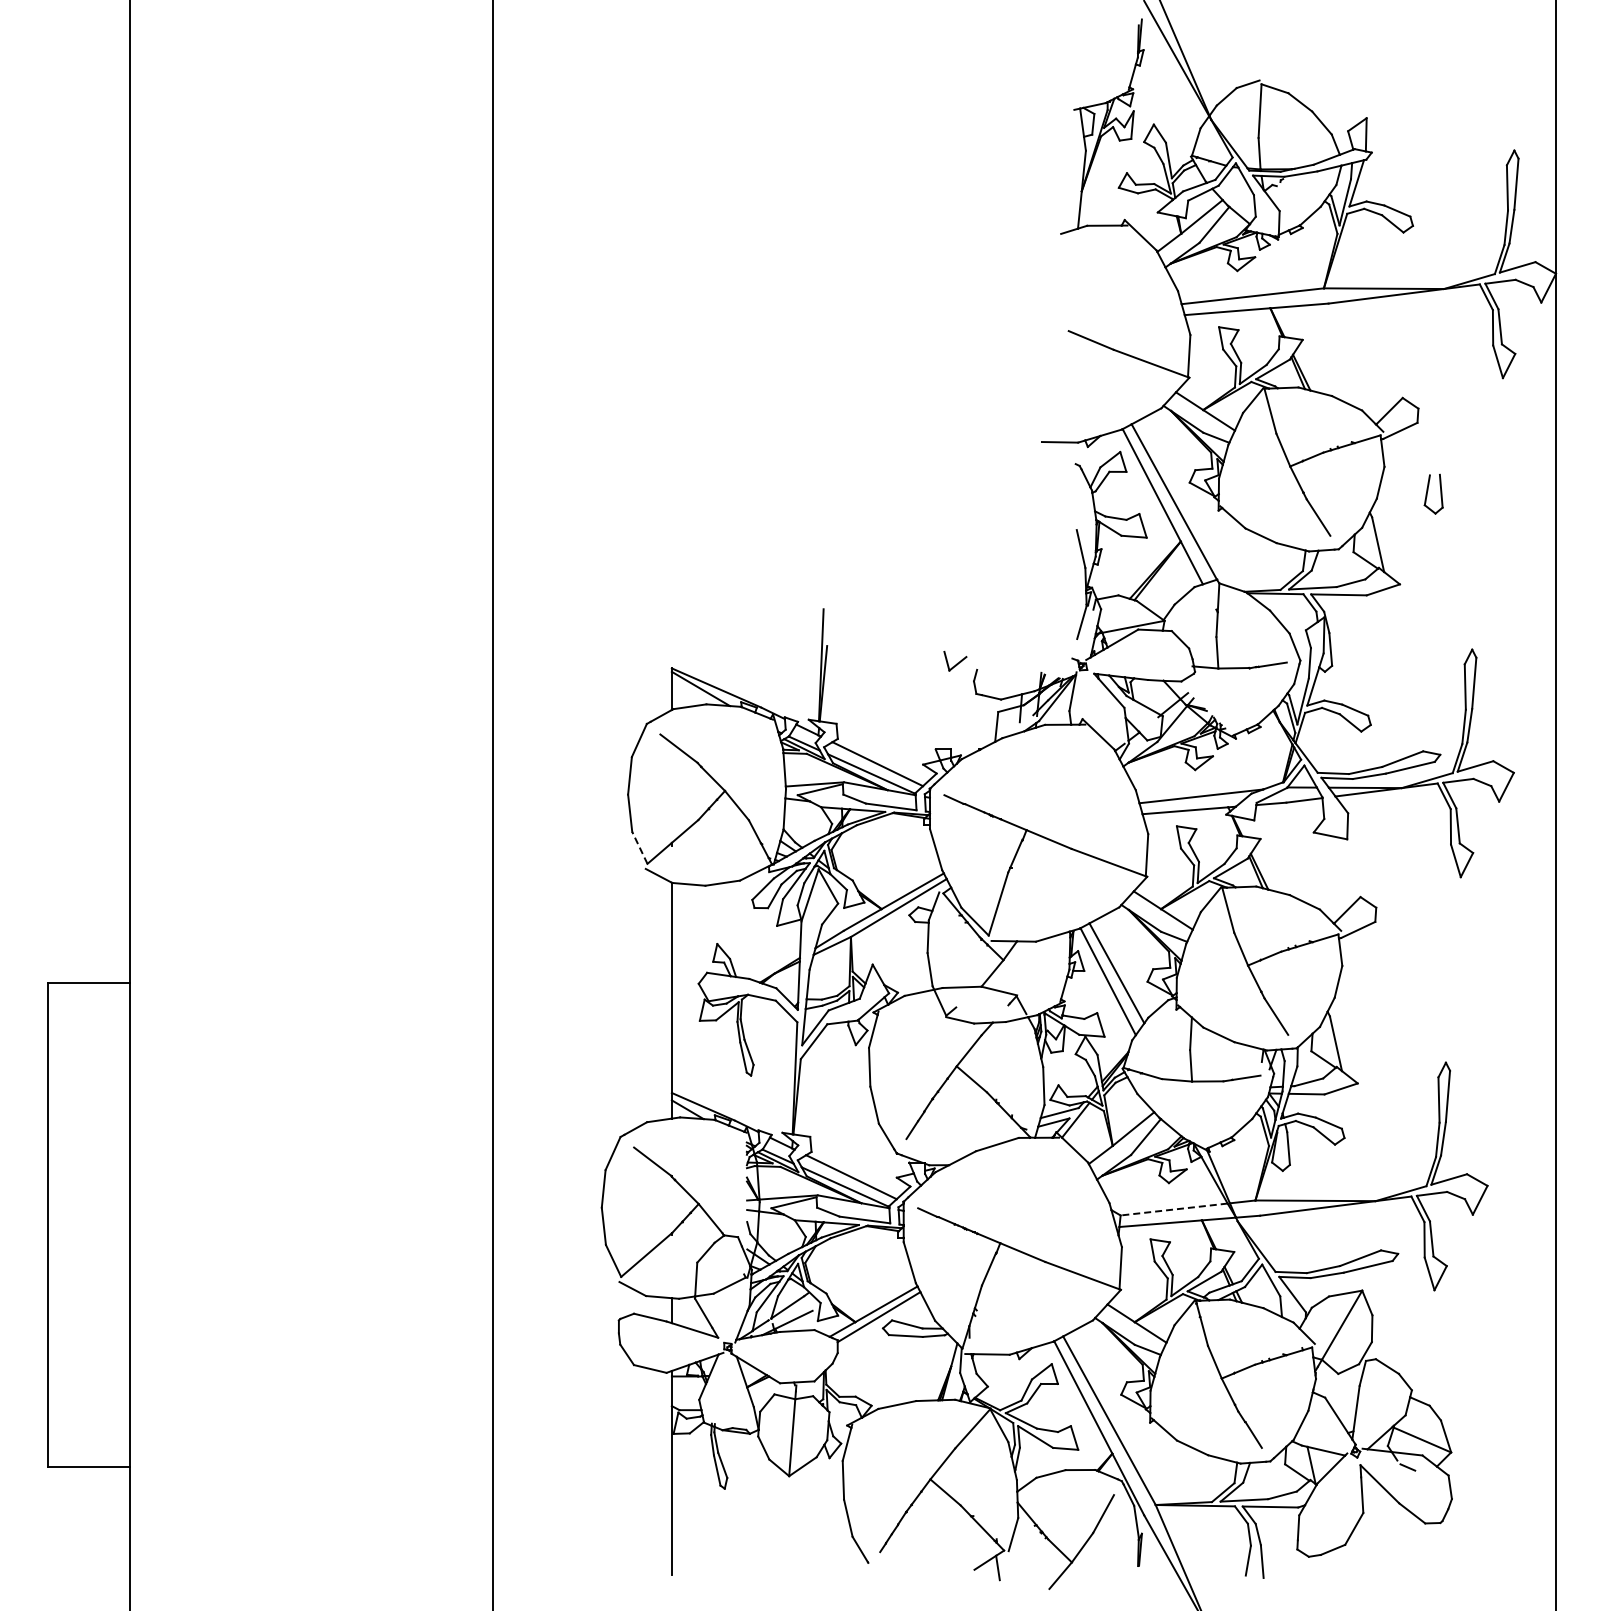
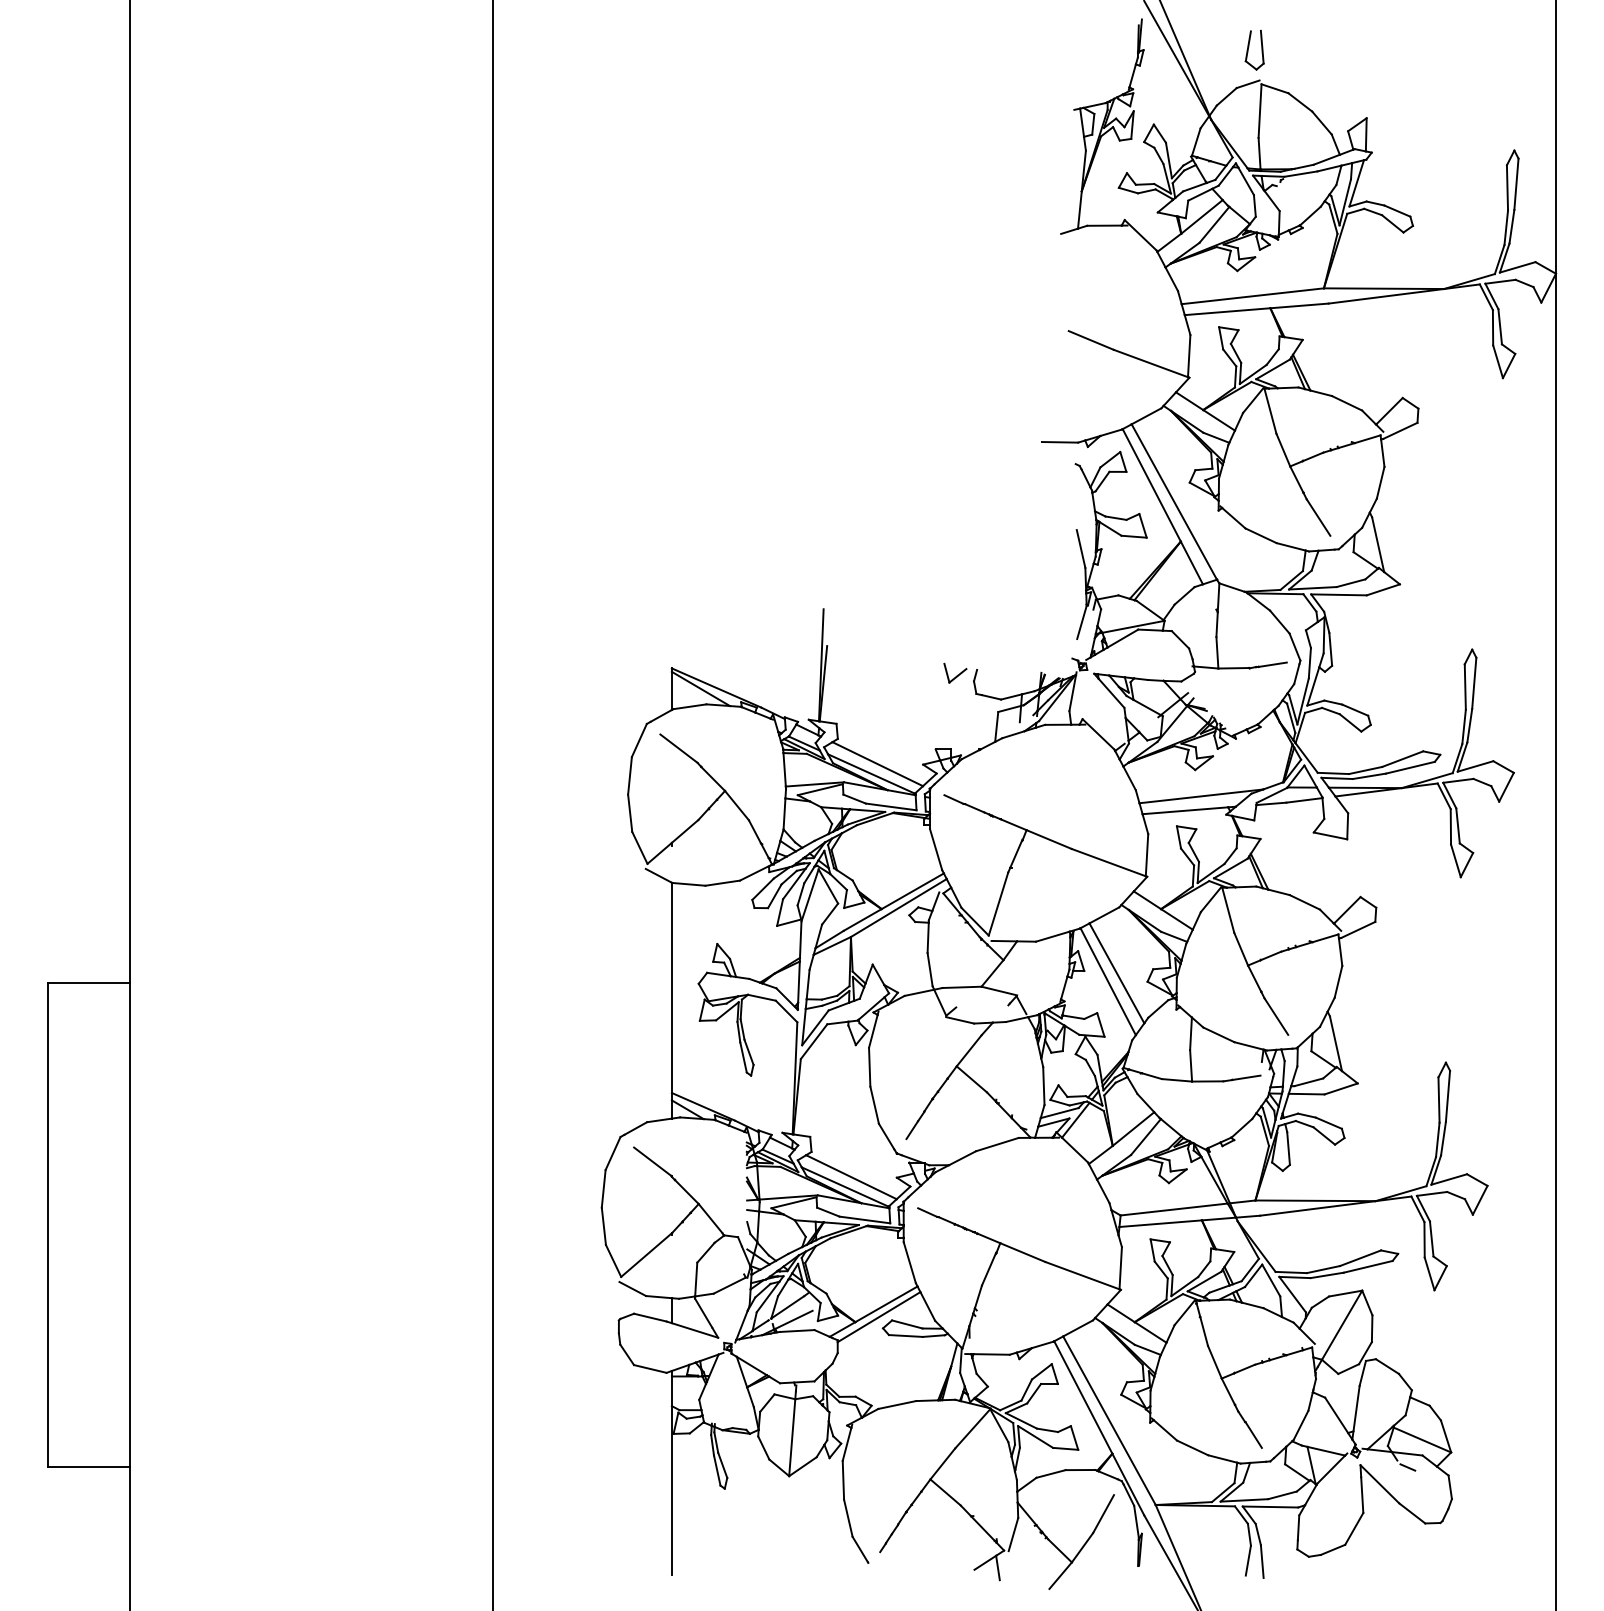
part at (1433, 493) position: (1433, 493) -> (1254, 49)
part at (955, 660) position: (955, 660) -> (955, 672)
line at (639, 847): dashed -> solid
line at (1174, 1209): dashed -> solid
